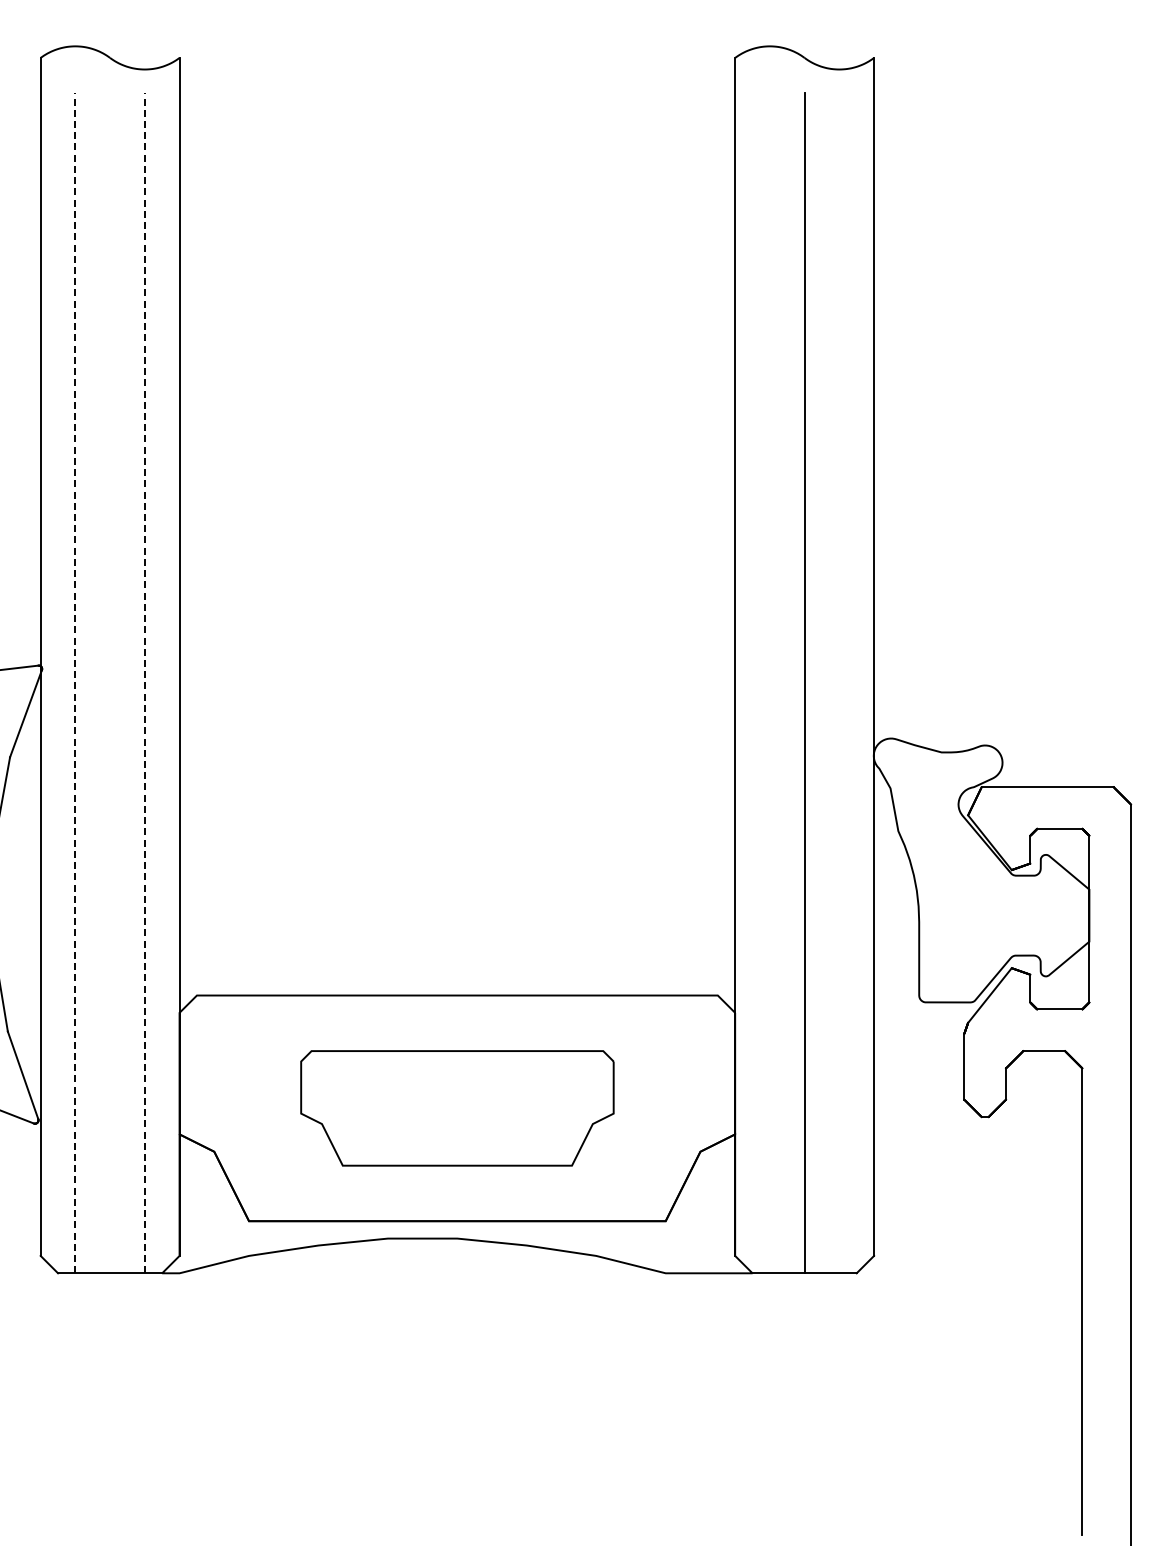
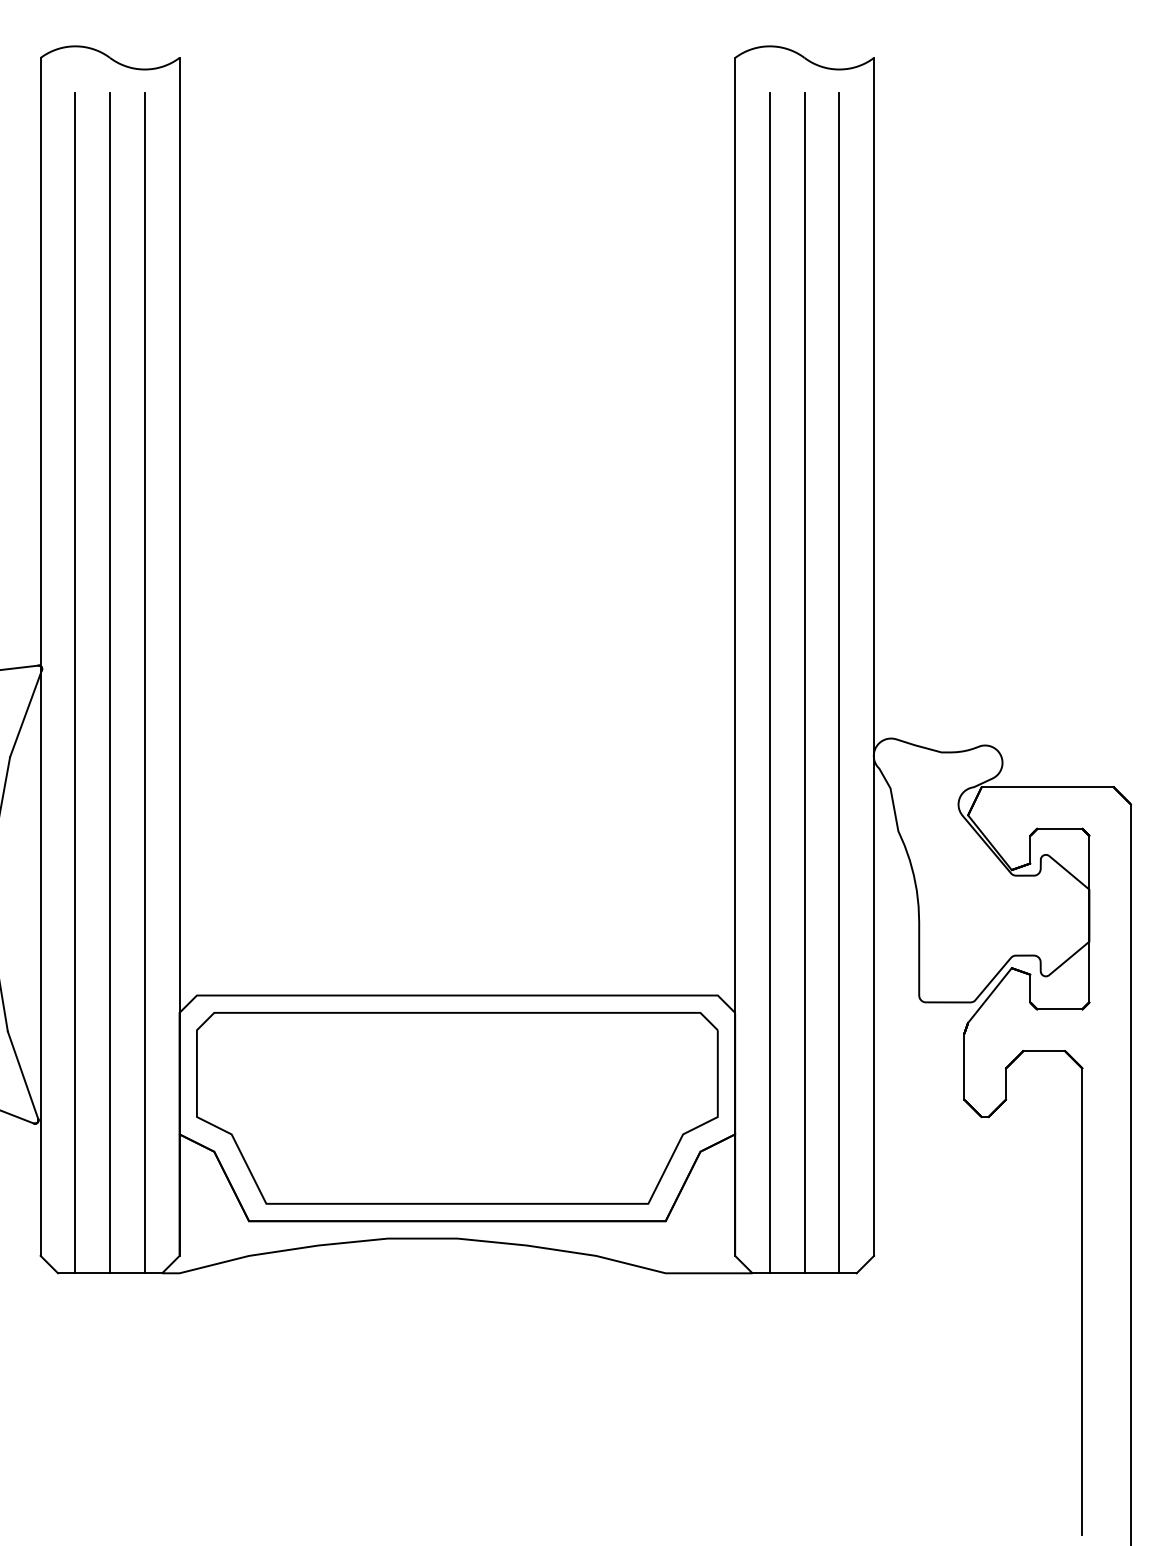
line at (75, 682): dashed -> solid
line at (110, 682): none -> present
line at (144, 682): dashed -> solid
line at (769, 682): none -> present
line at (839, 682): none -> present
part at (457, 1108) size: 315x117 px -> 523x193 px
